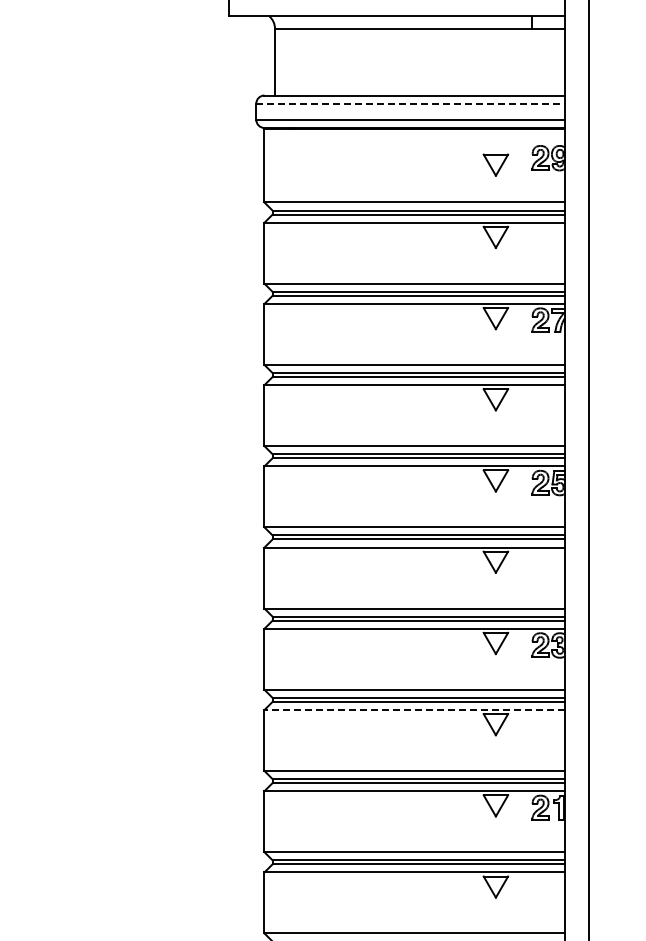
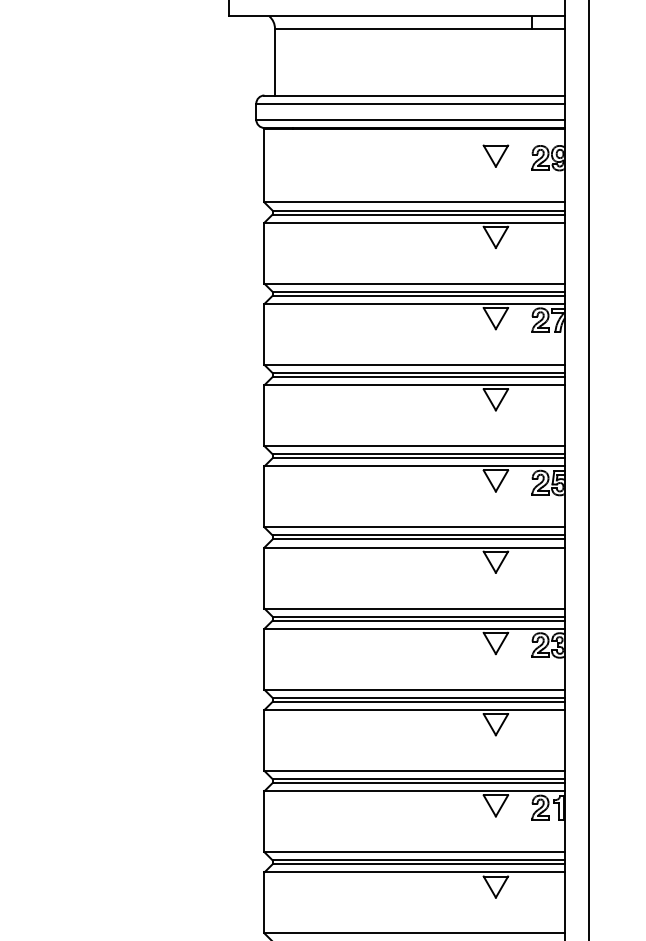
line at (411, 103): dashed -> solid
part at (495, 164) position: (495, 164) -> (495, 155)
line at (414, 710): dashed -> solid
